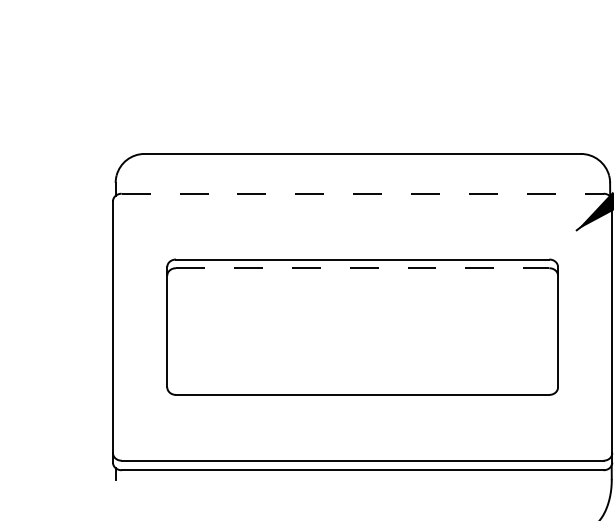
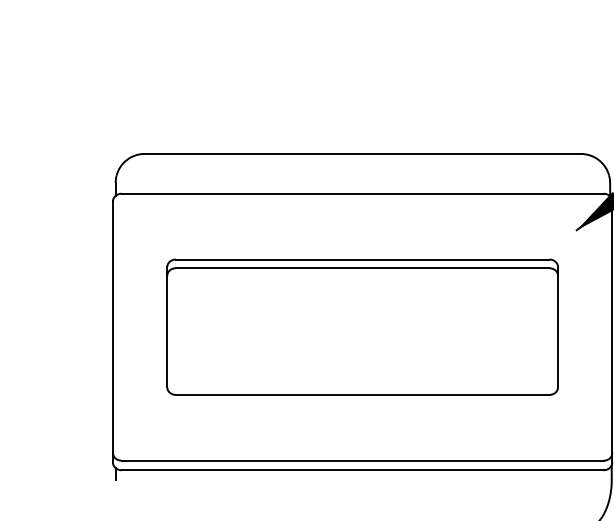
line at (362, 193): dashed -> solid
line at (362, 268): dashed -> solid
